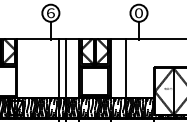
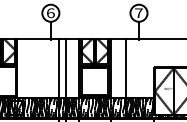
text at (138, 13): 0 -> 7
